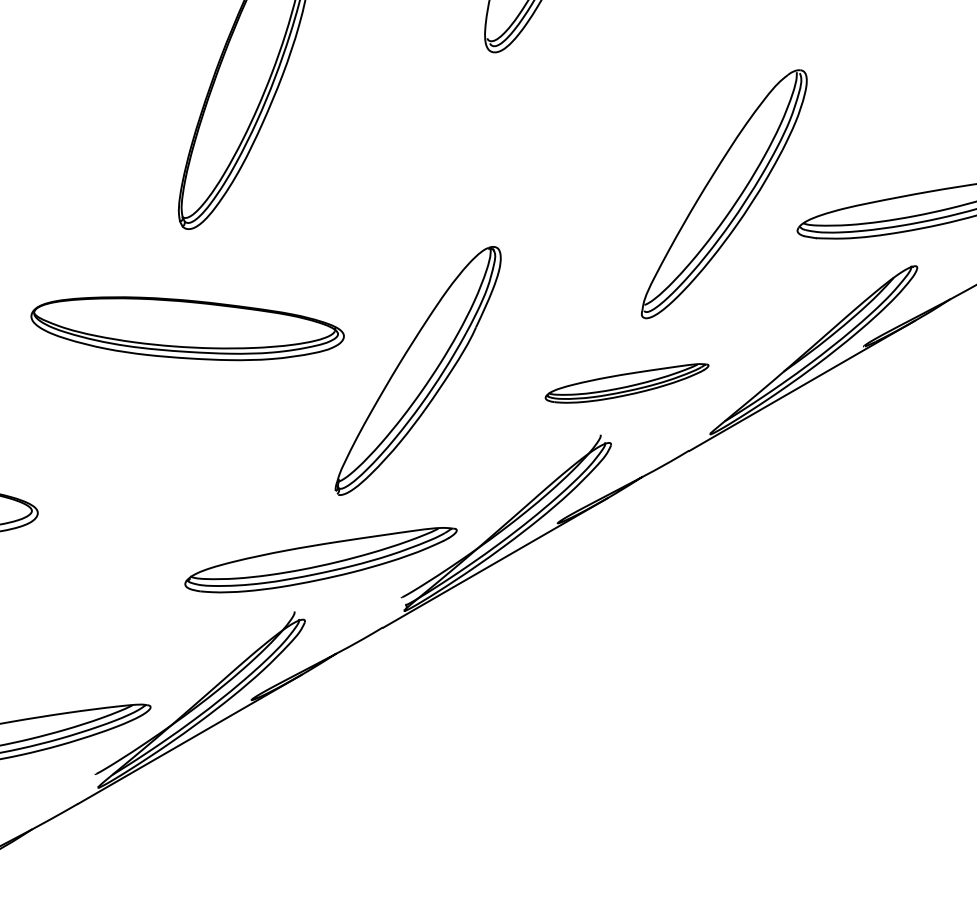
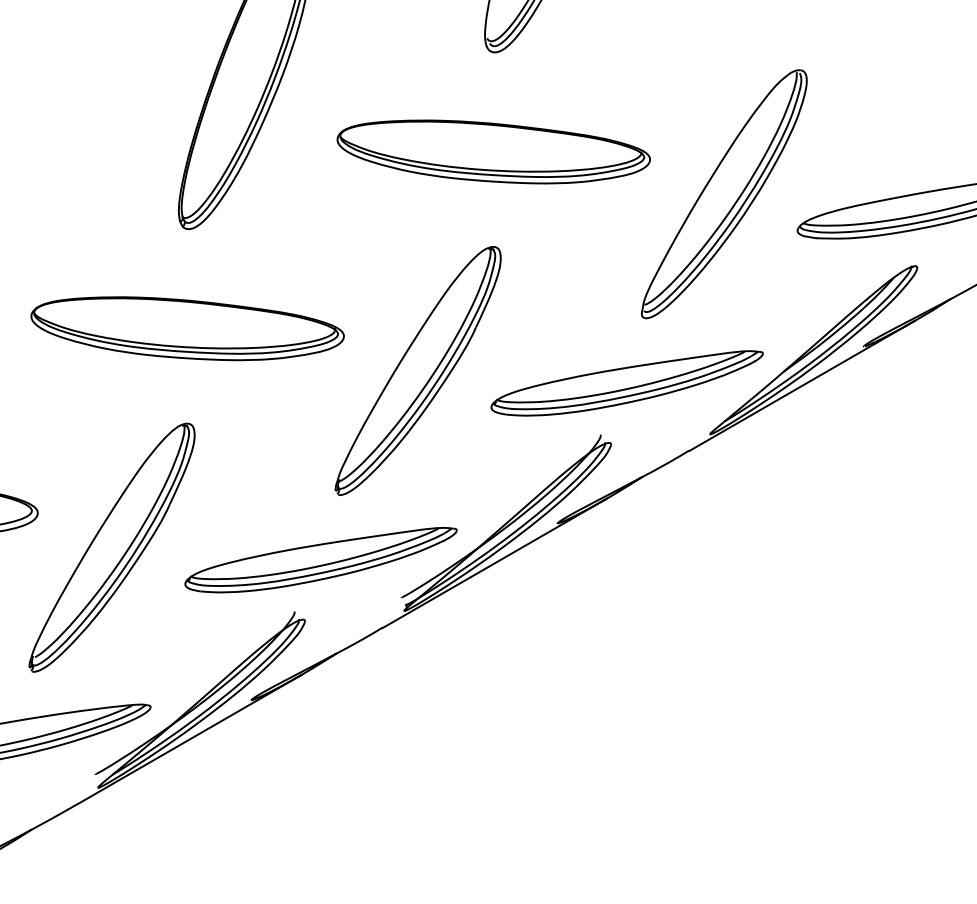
part at (493, 151): none -> present
part at (626, 383) size: 166x41 px -> 274x67 px
part at (111, 547): none -> present
